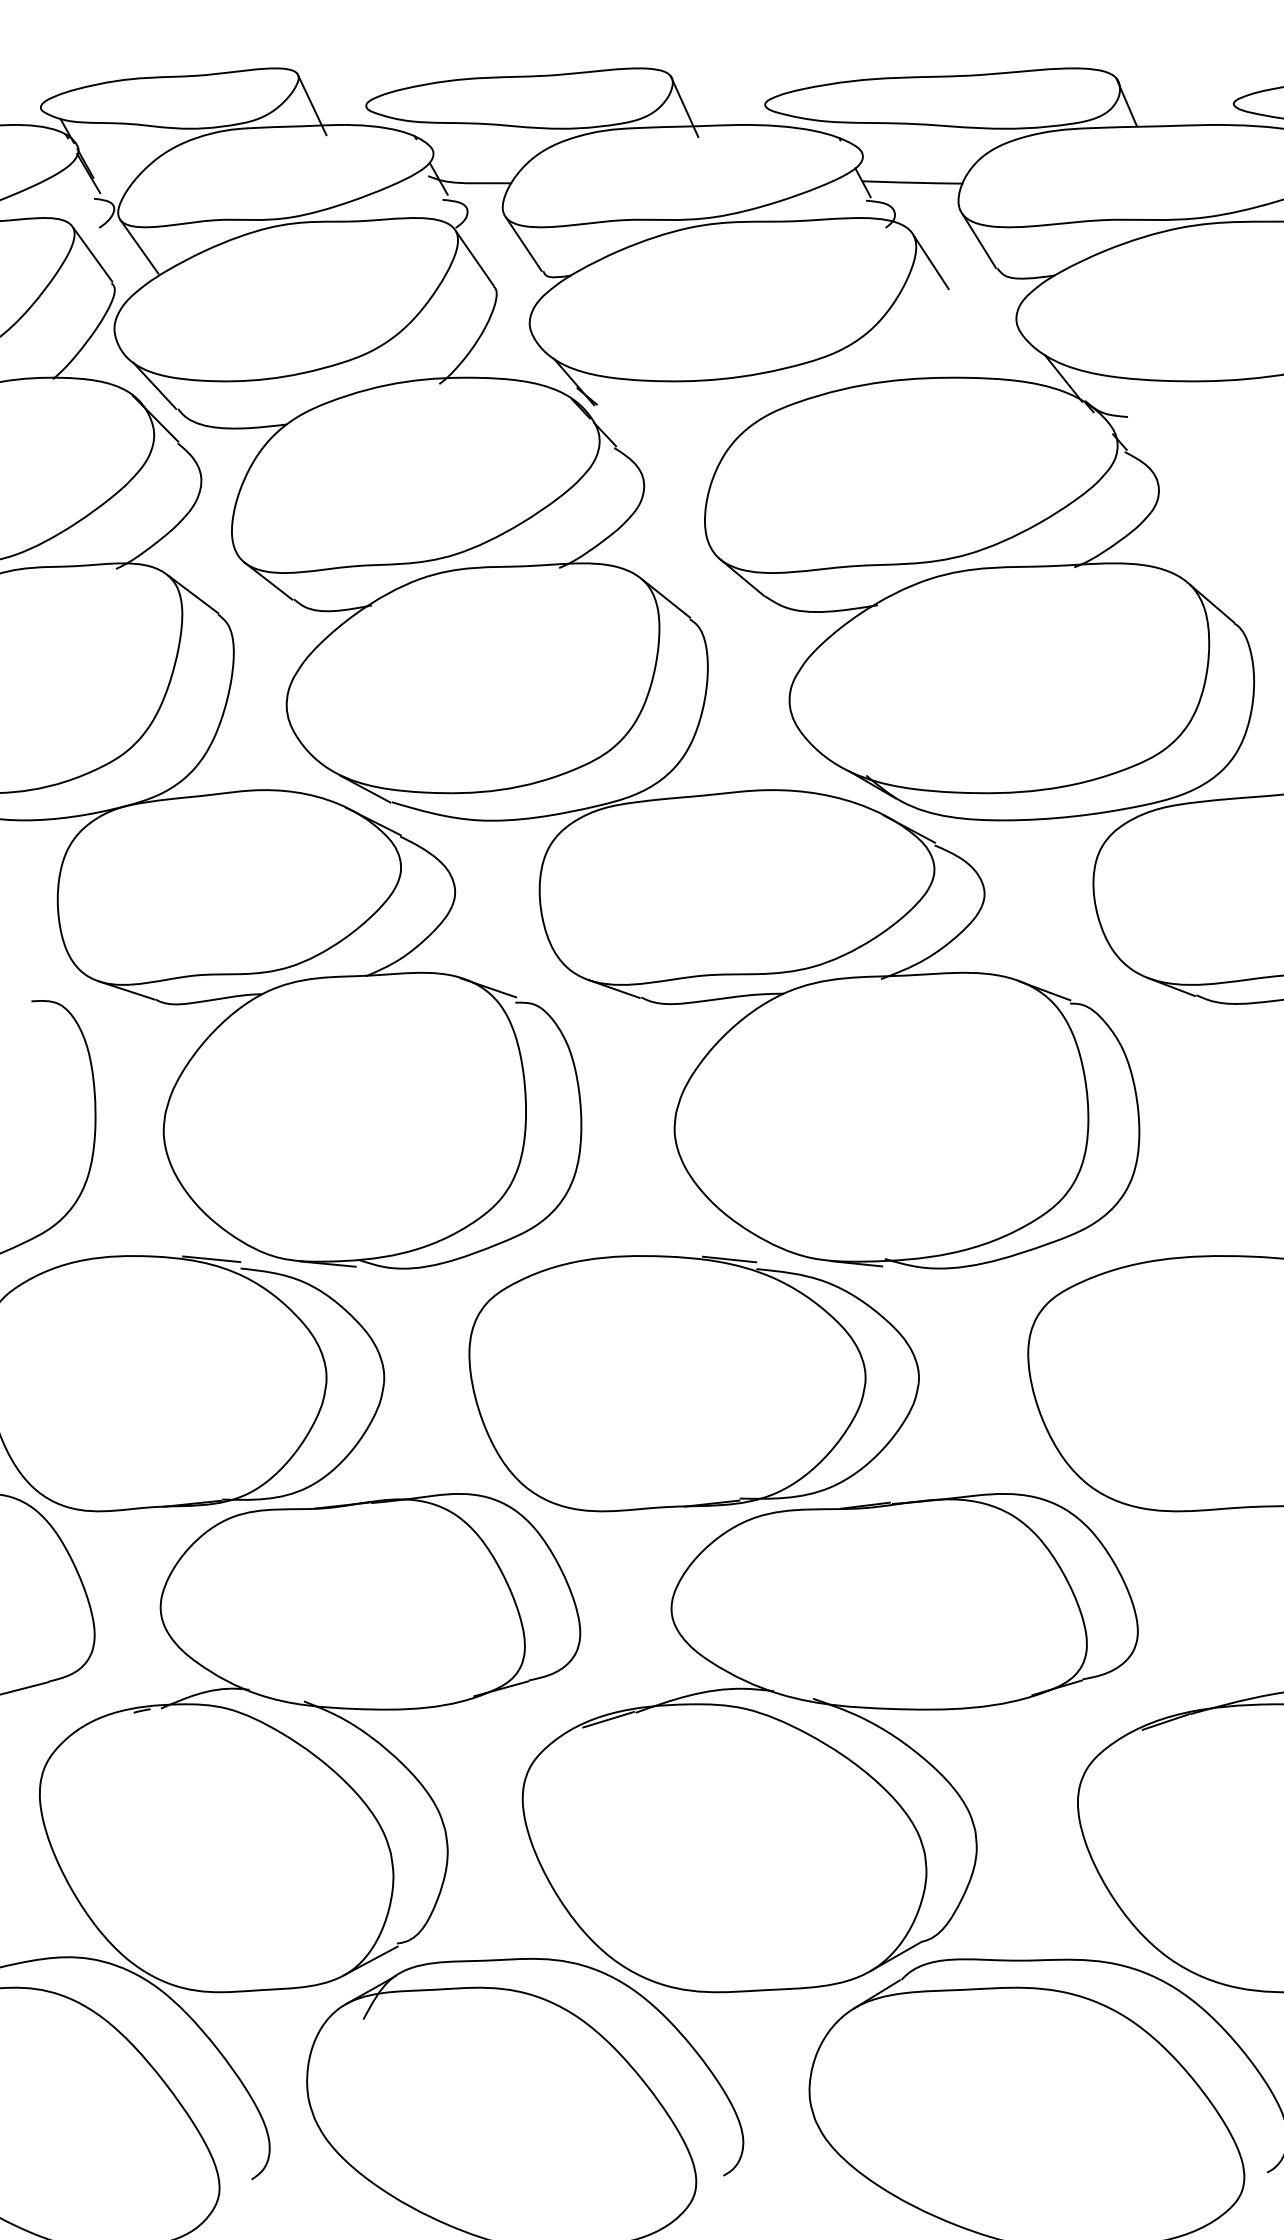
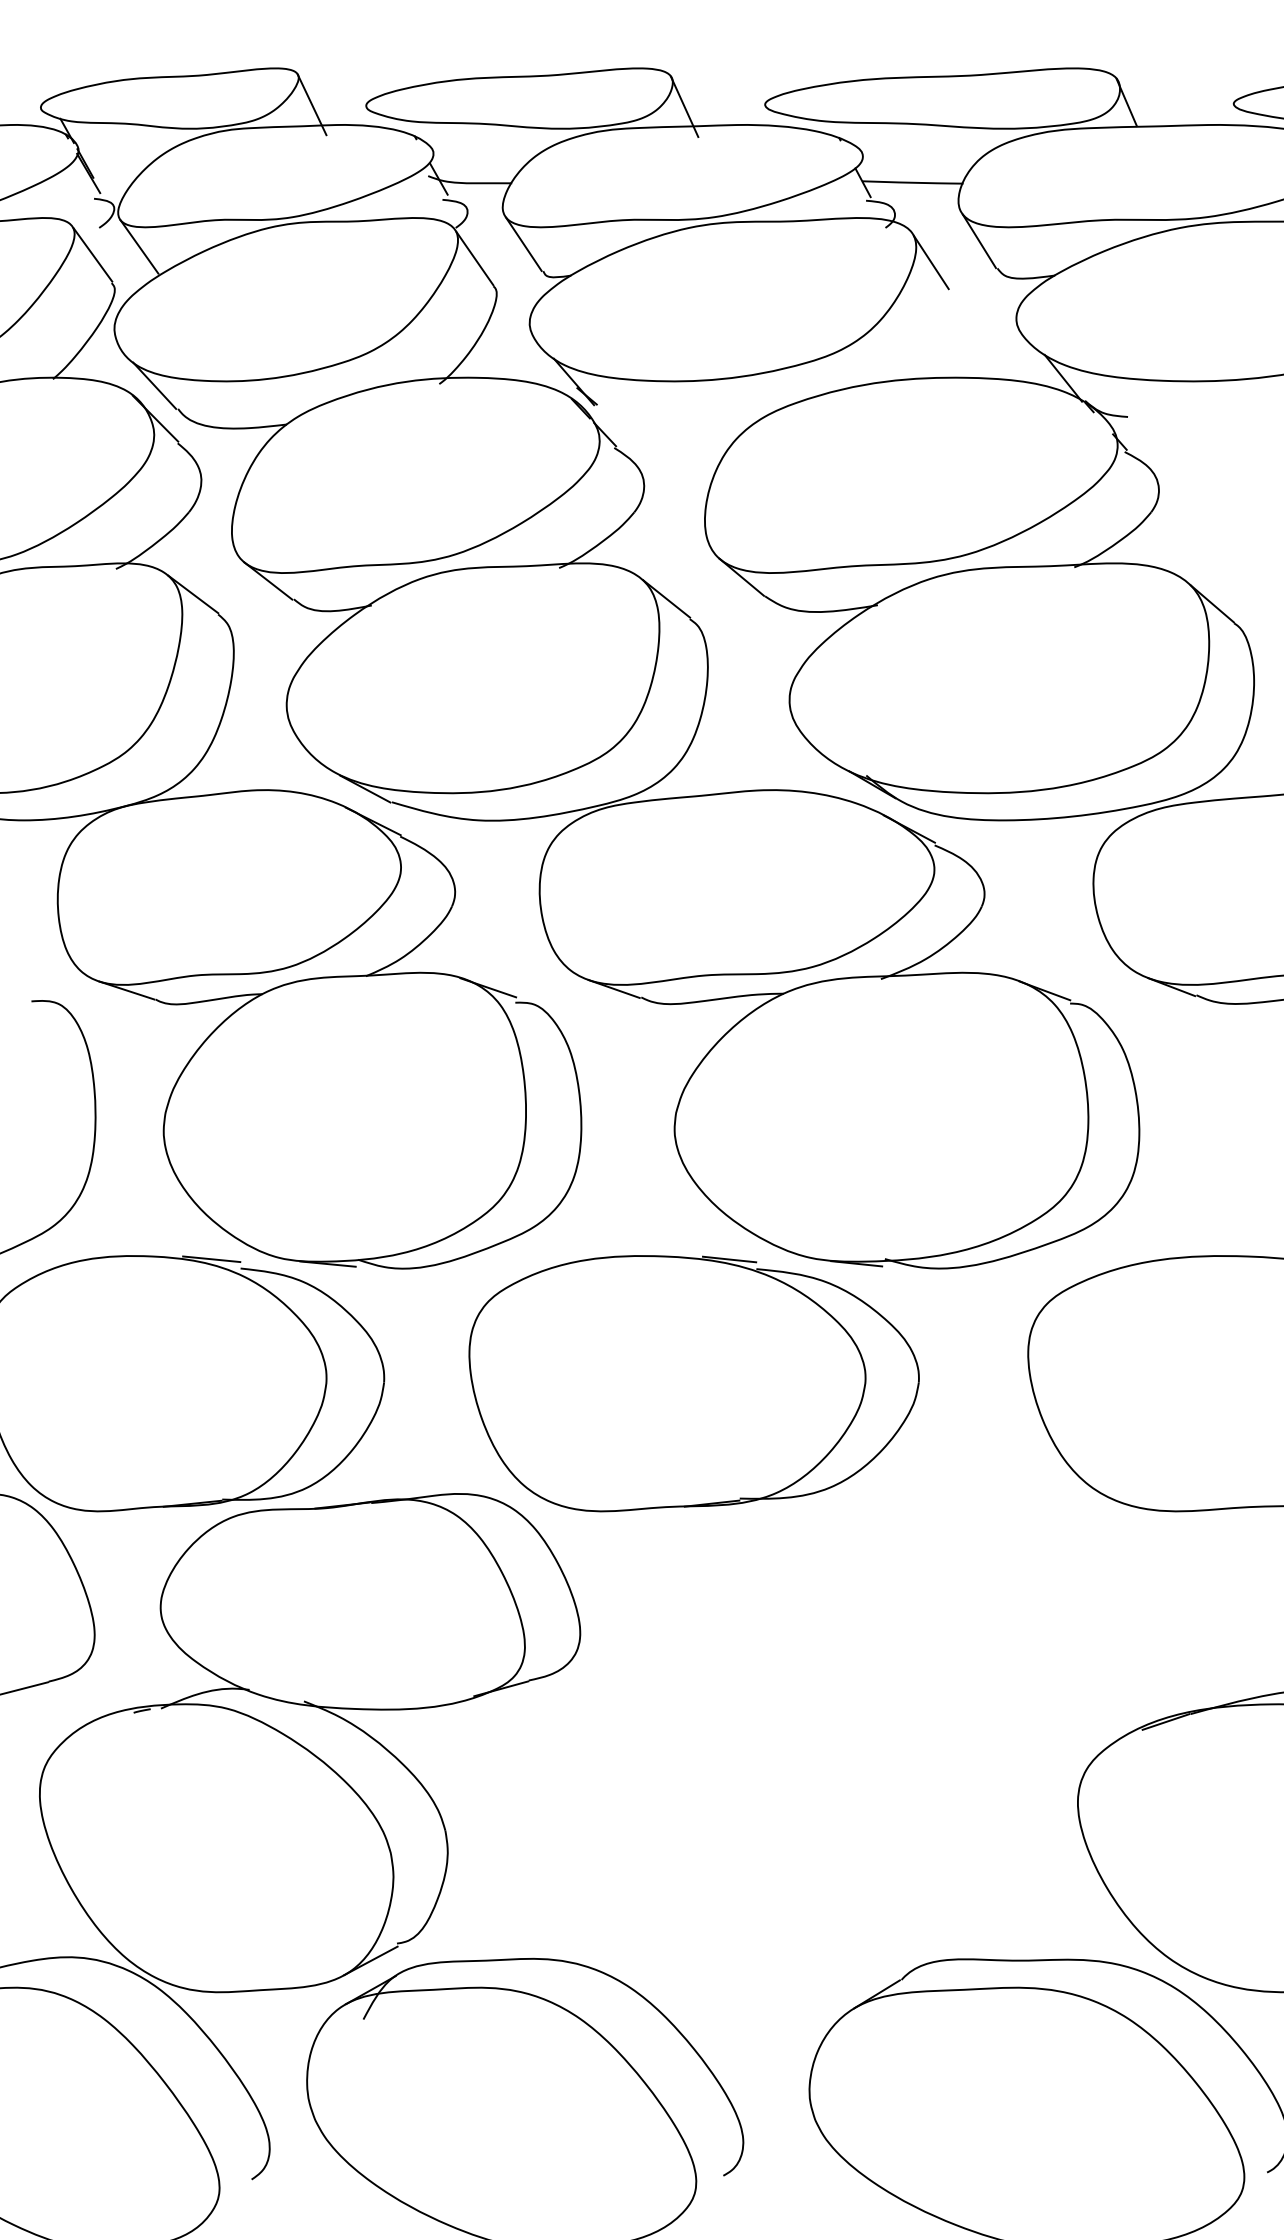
part at (829, 1743): present -> none
